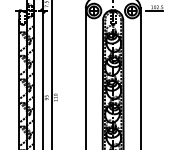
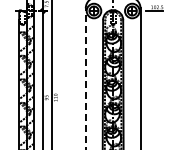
line at (85, 78): solid -> dashed
